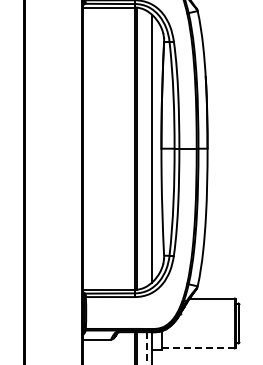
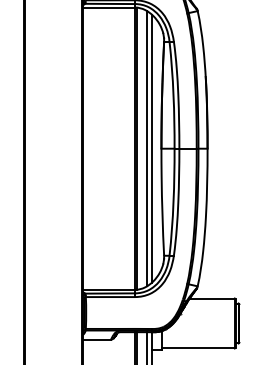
line at (147, 148): none -> present
line at (147, 348): dashed -> solid
line at (198, 348): dashed -> solid
